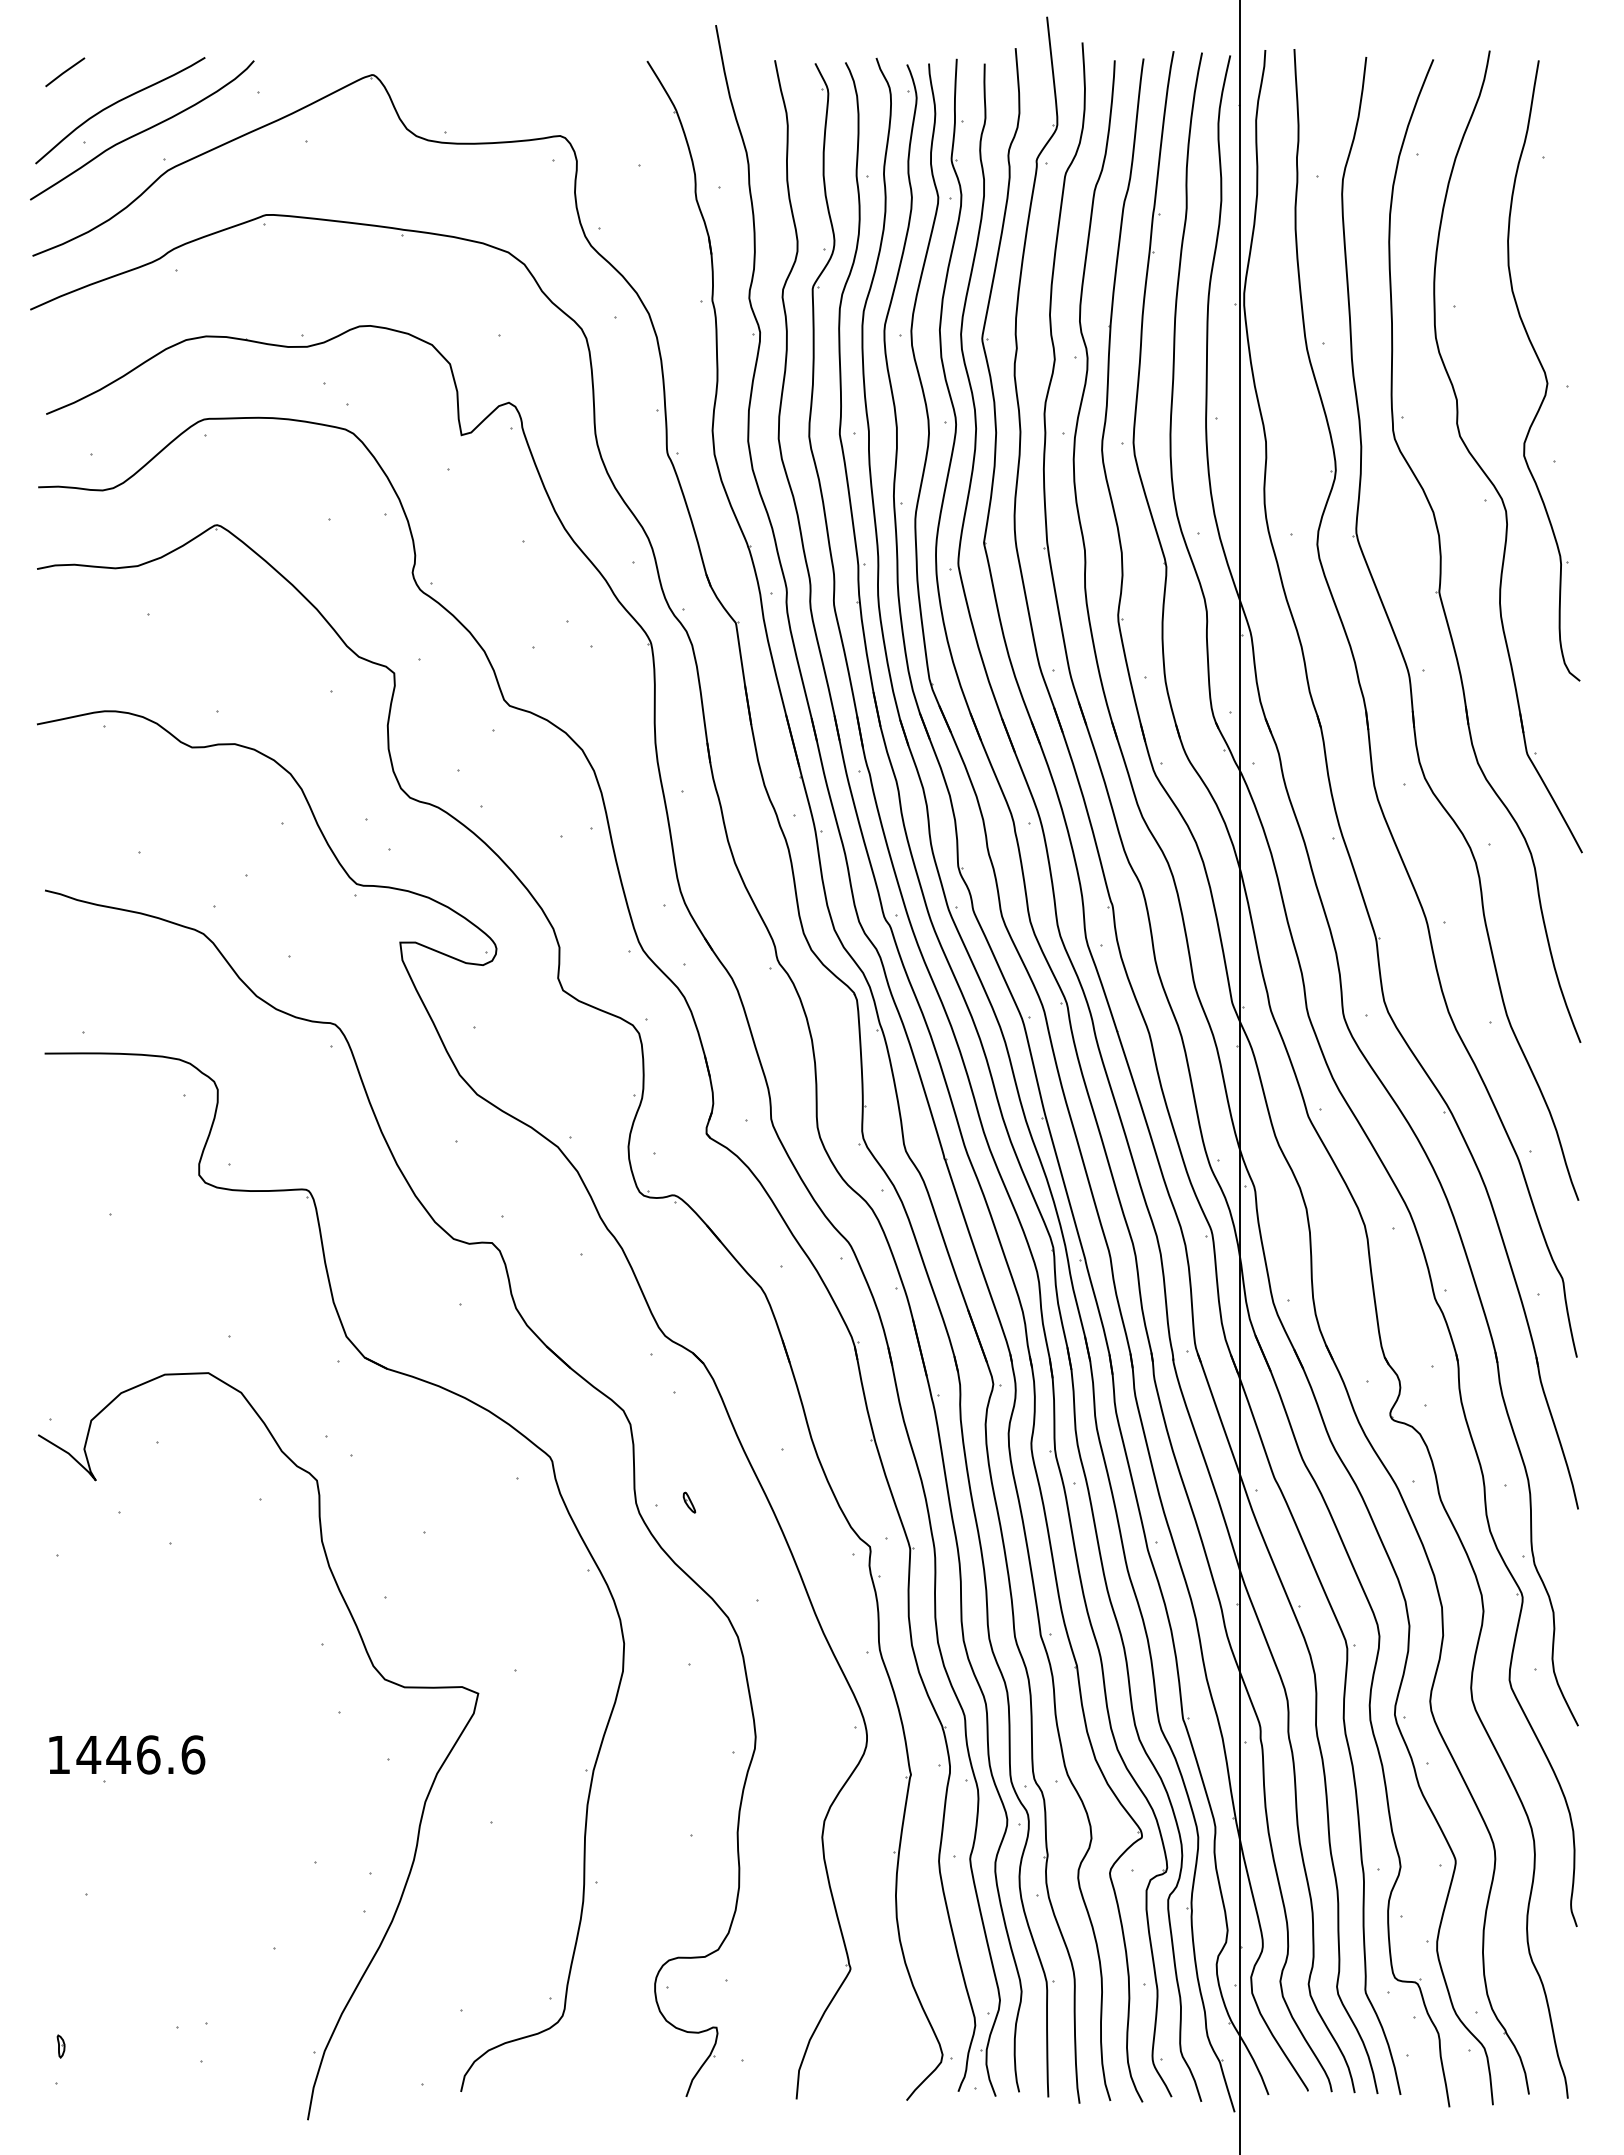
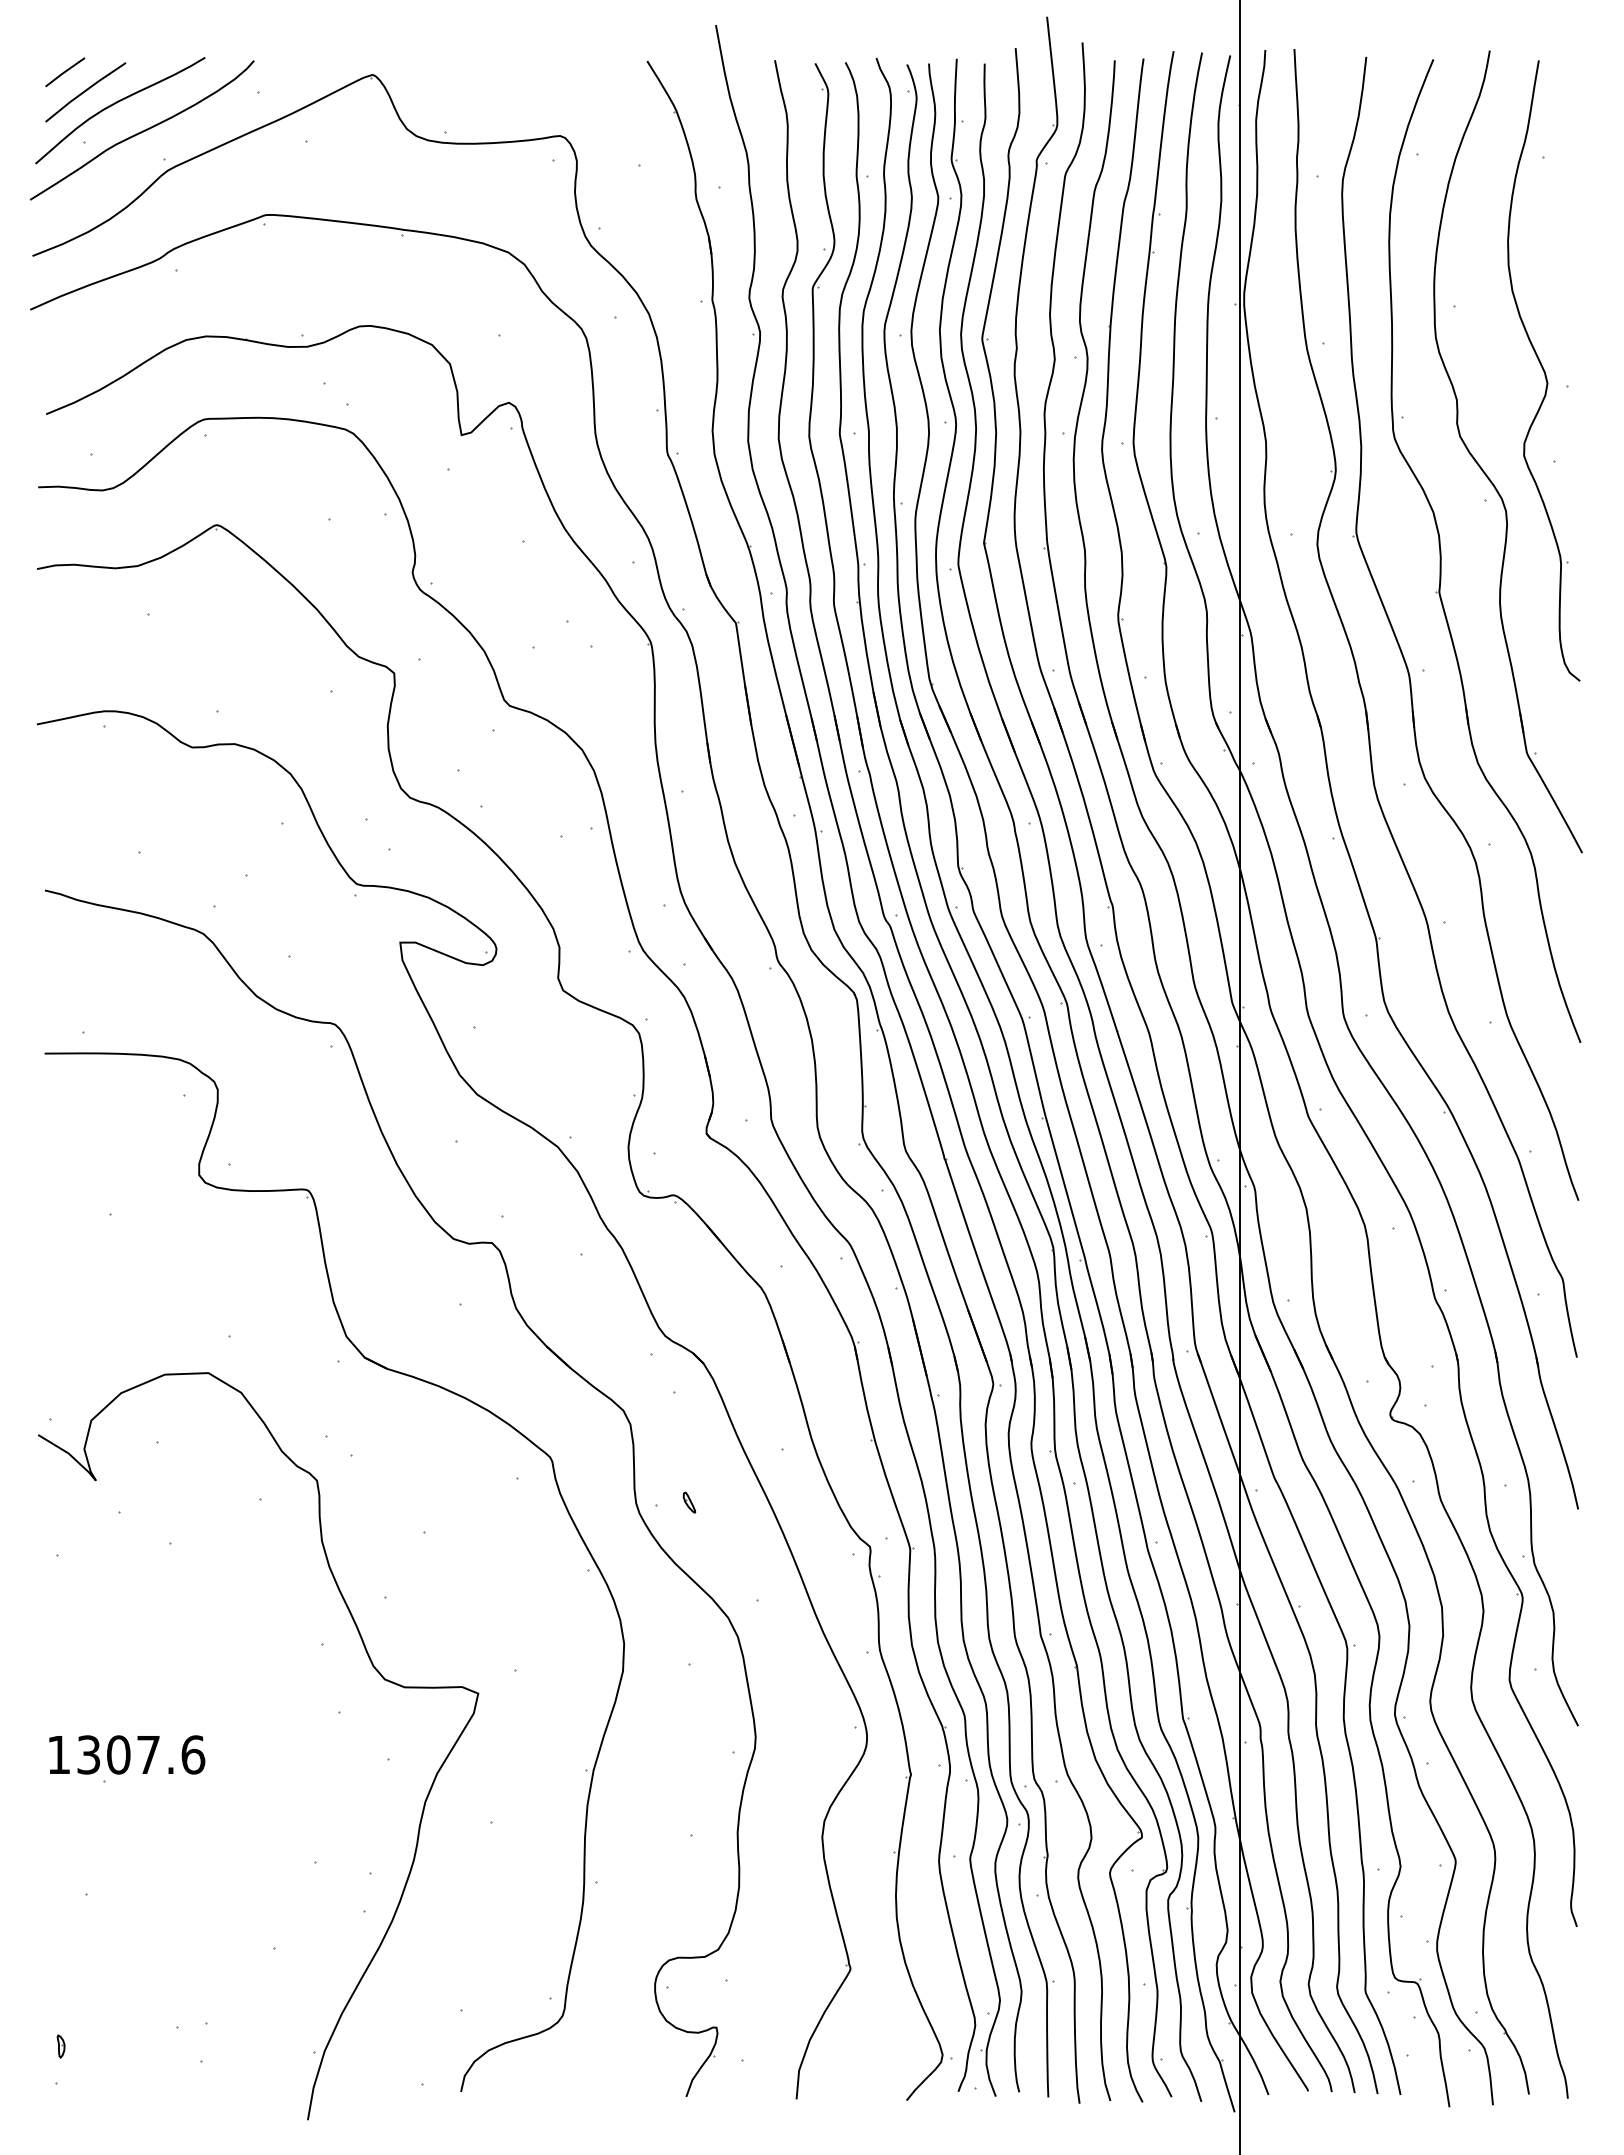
line at (85, 92): none -> present
text at (118, 1754): 1446.6 -> 1307.6
